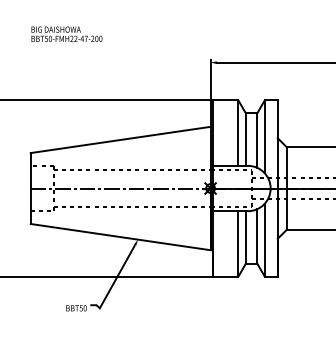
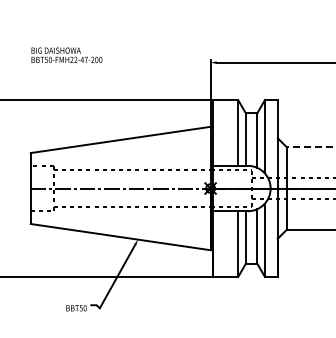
text at (66, 33) position: (66, 33) -> (66, 54)
line at (310, 147): solid -> dashed
